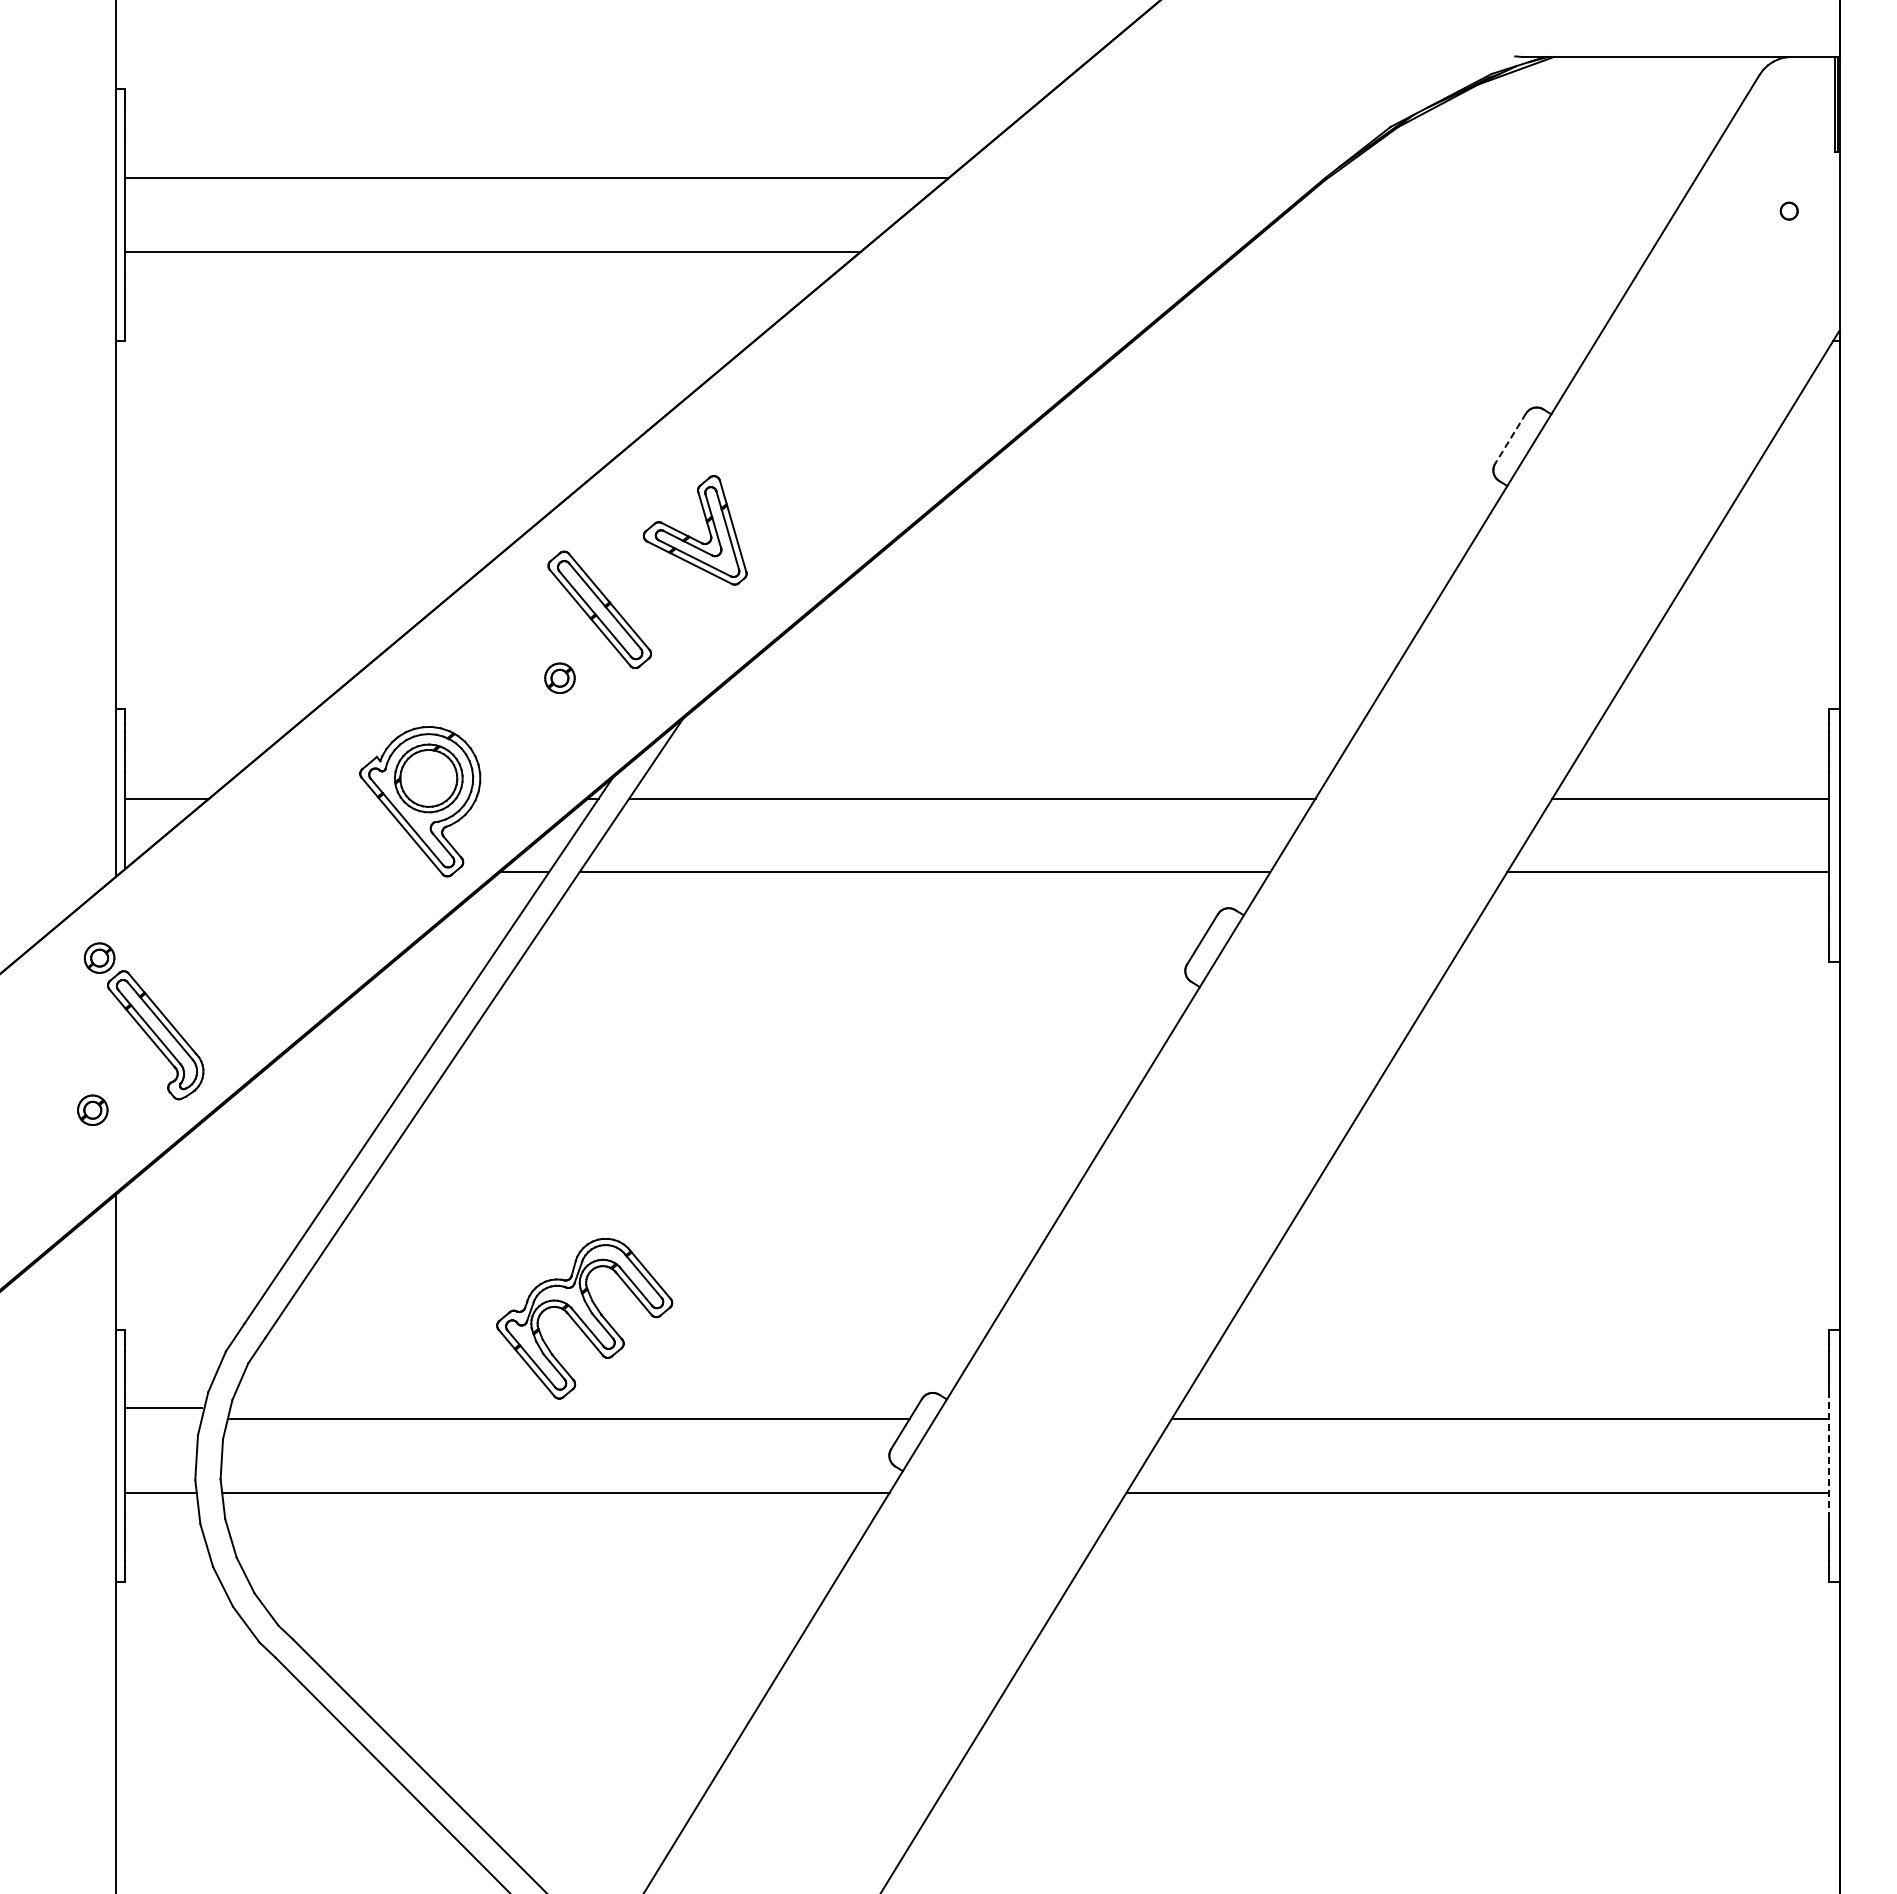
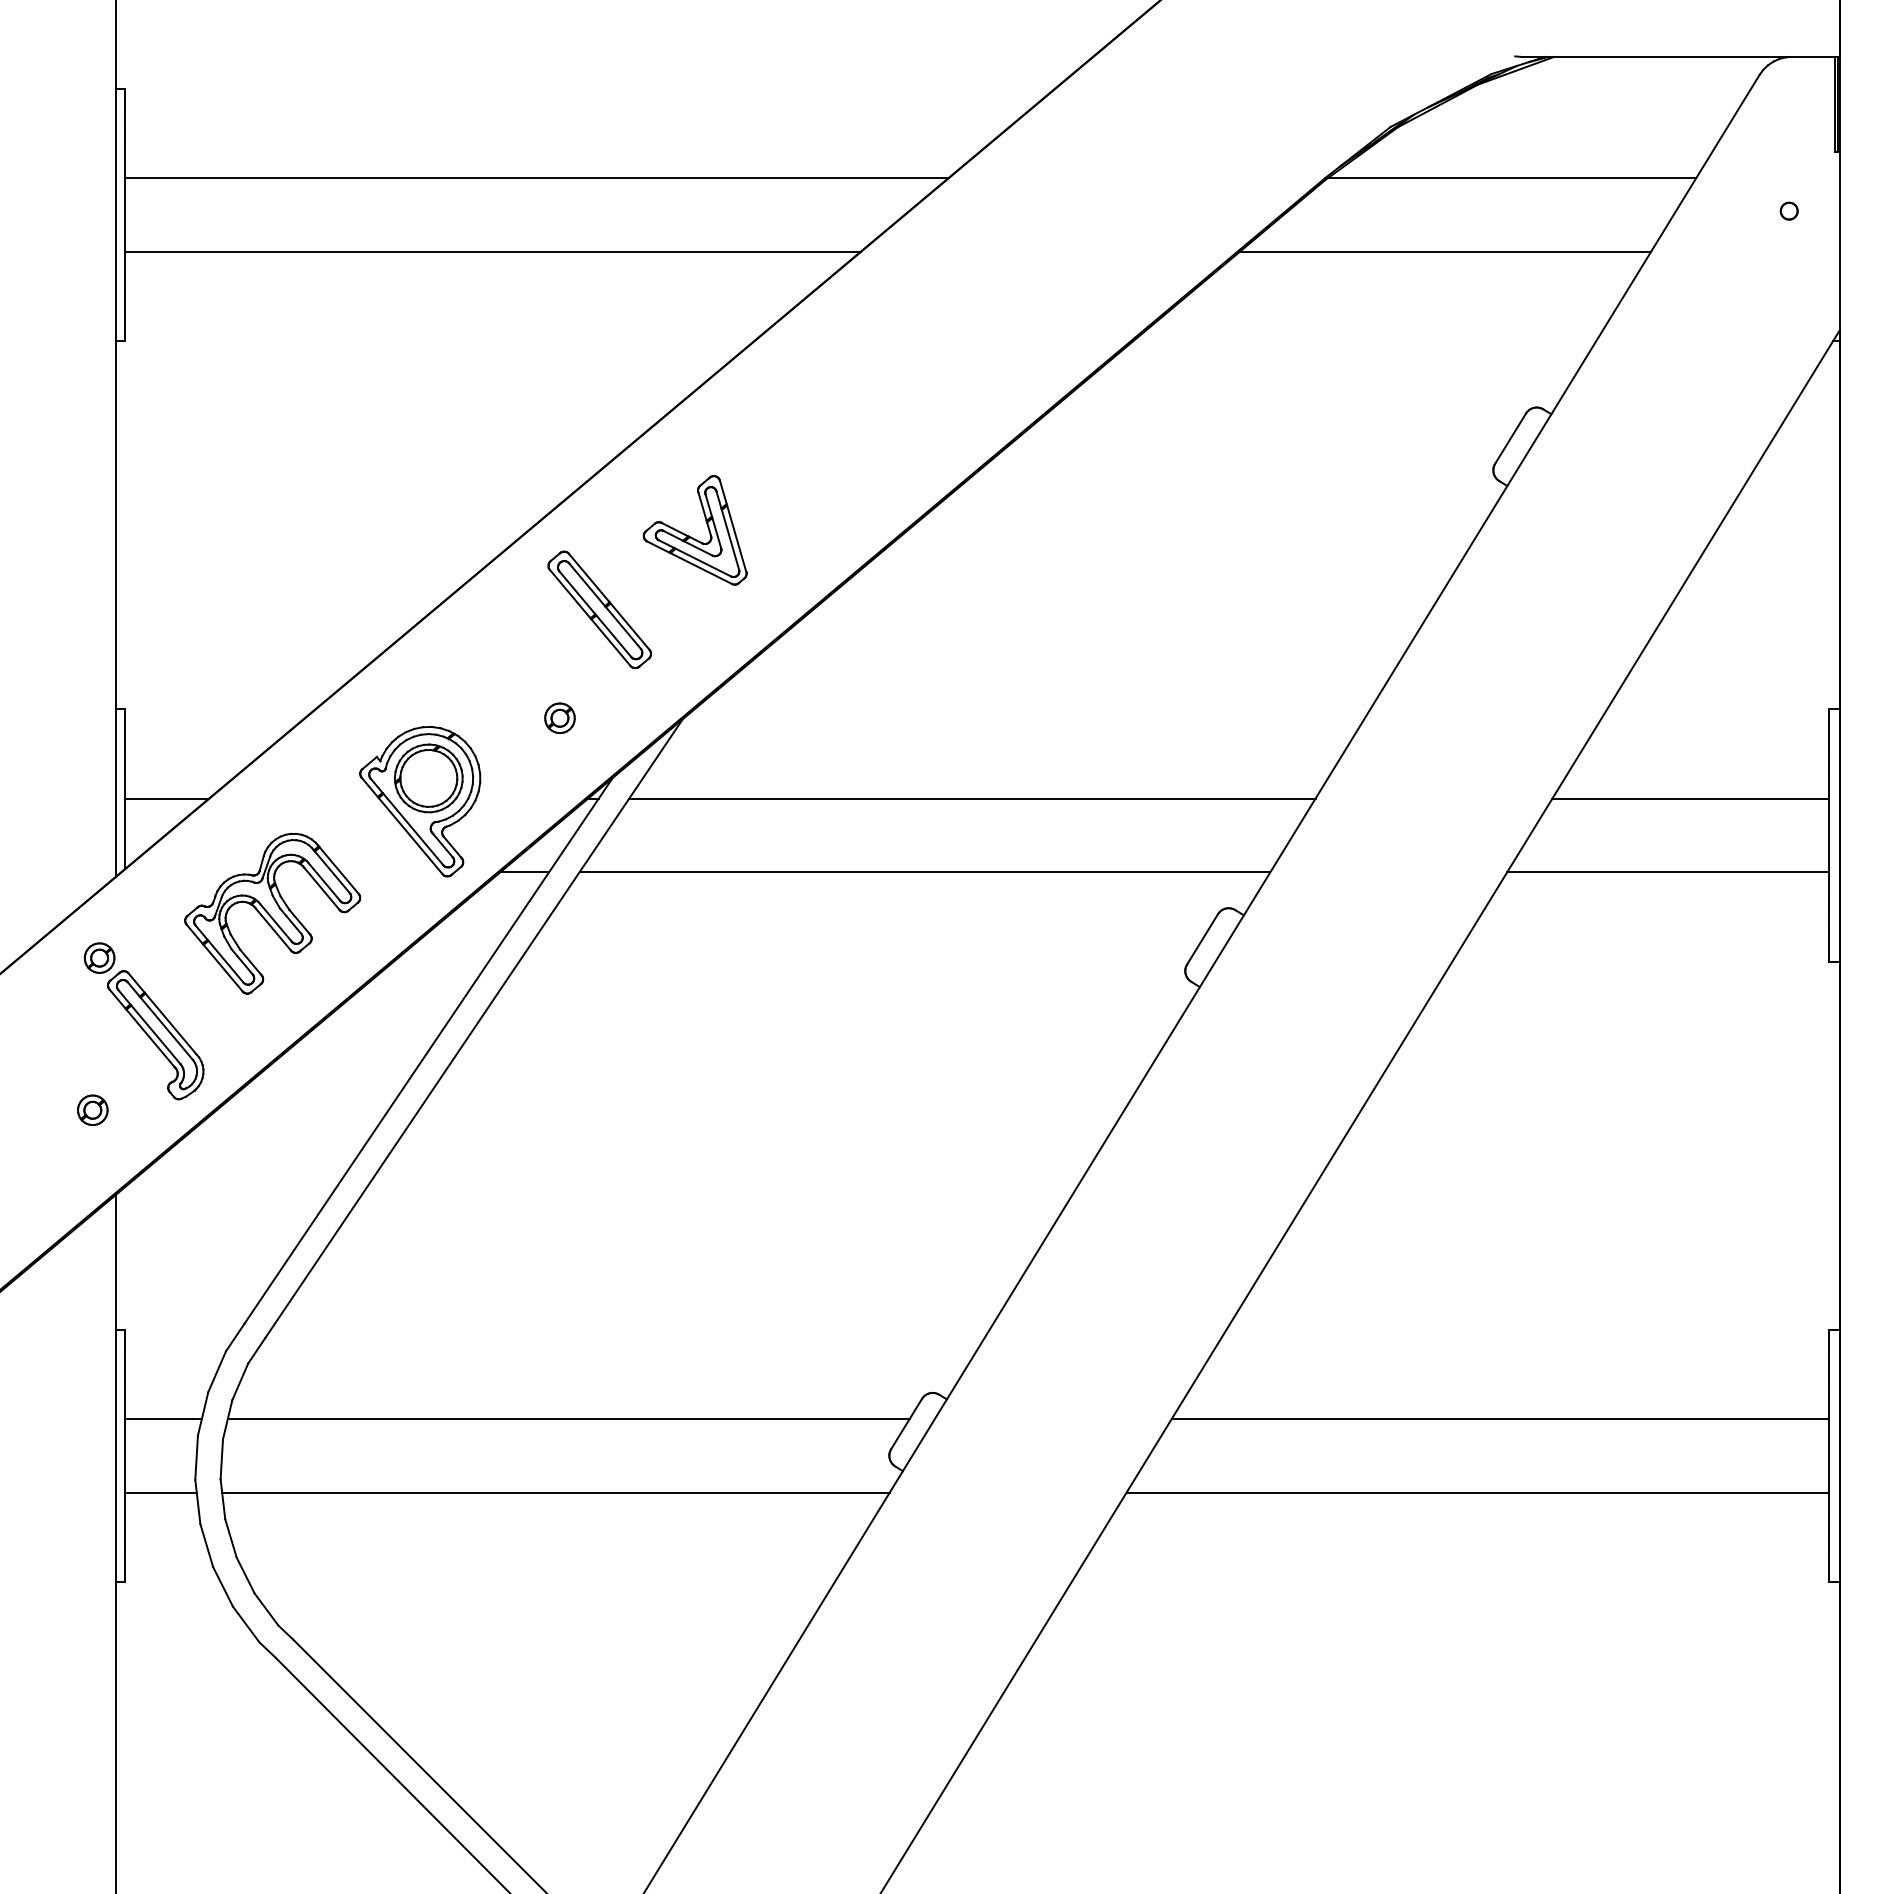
line at (1512, 177): none -> present
line at (1445, 251): none -> present
line at (1510, 439): dashed -> solid
part at (559, 677) position: (559, 677) -> (559, 717)
part at (584, 1318) position: (584, 1318) -> (272, 913)
line at (163, 1408) position: (163, 1408) -> (163, 1419)
line at (1829, 1455): dashed -> solid
